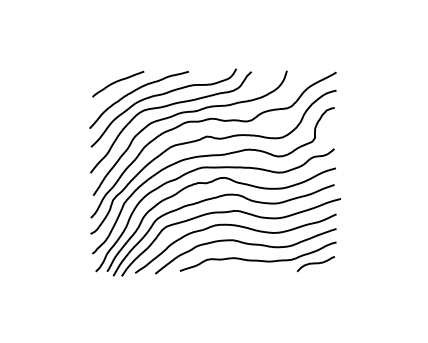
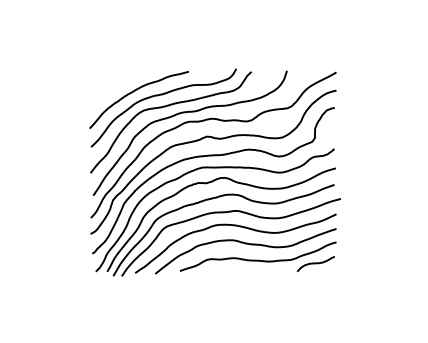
curve at (117, 82): present -> none
